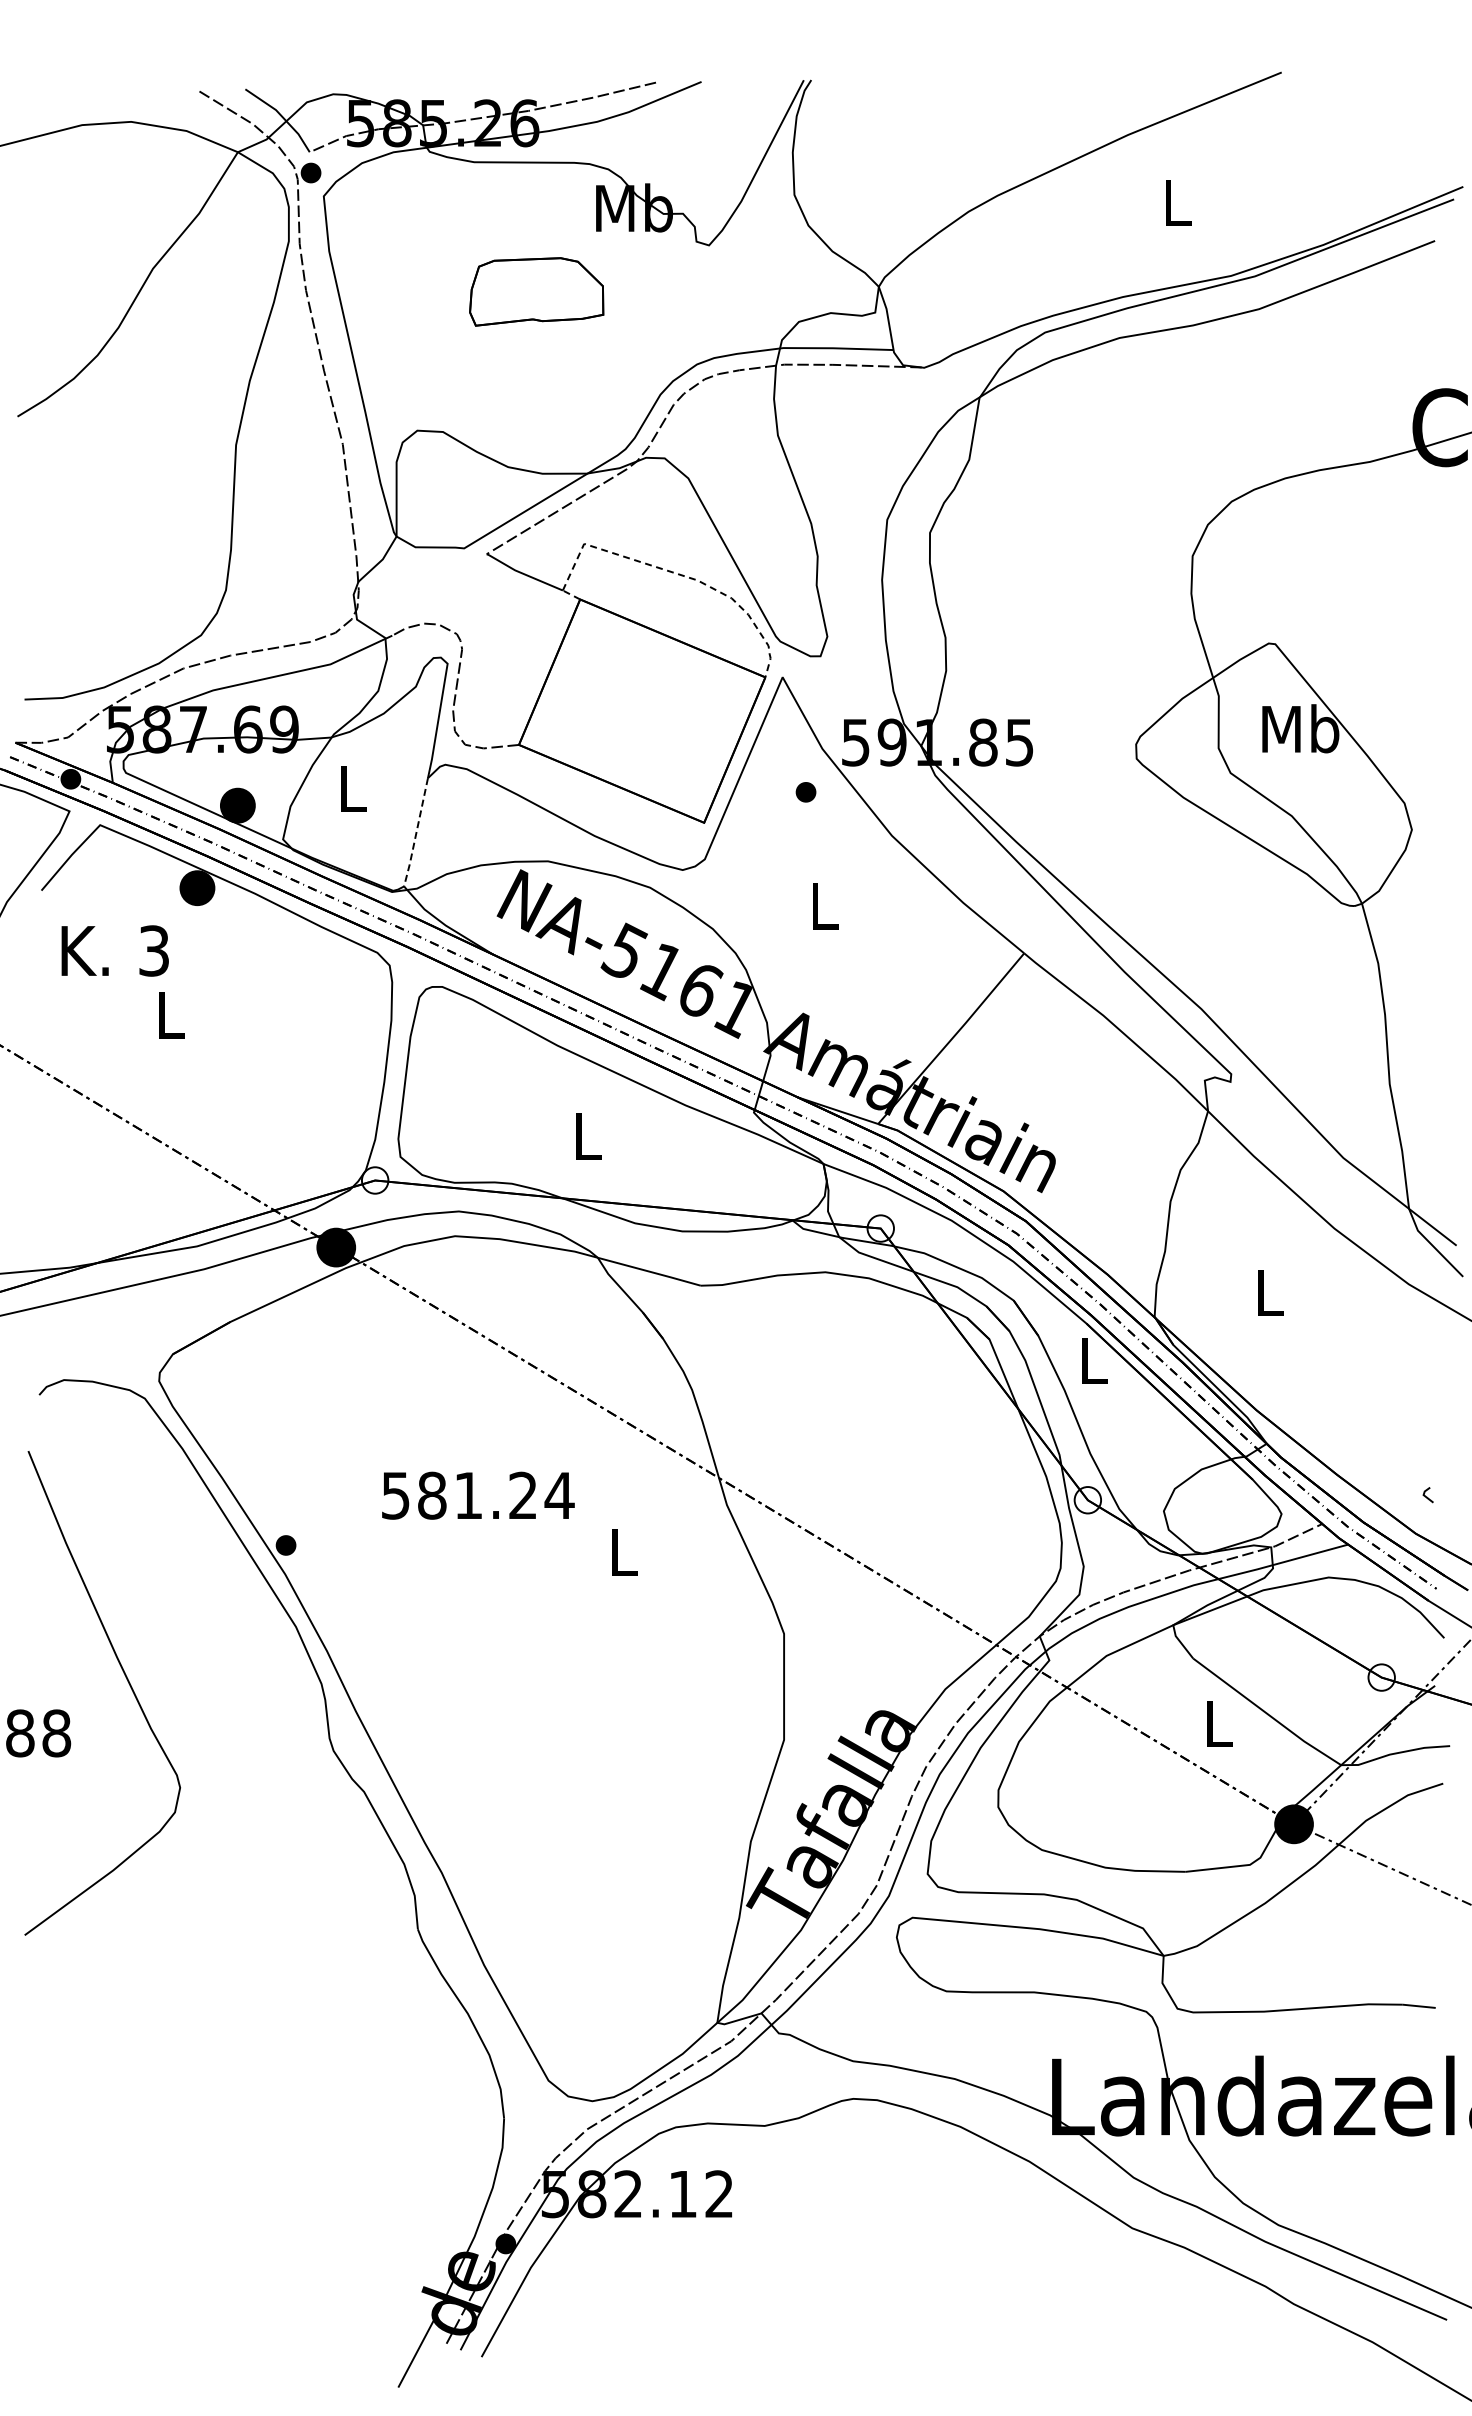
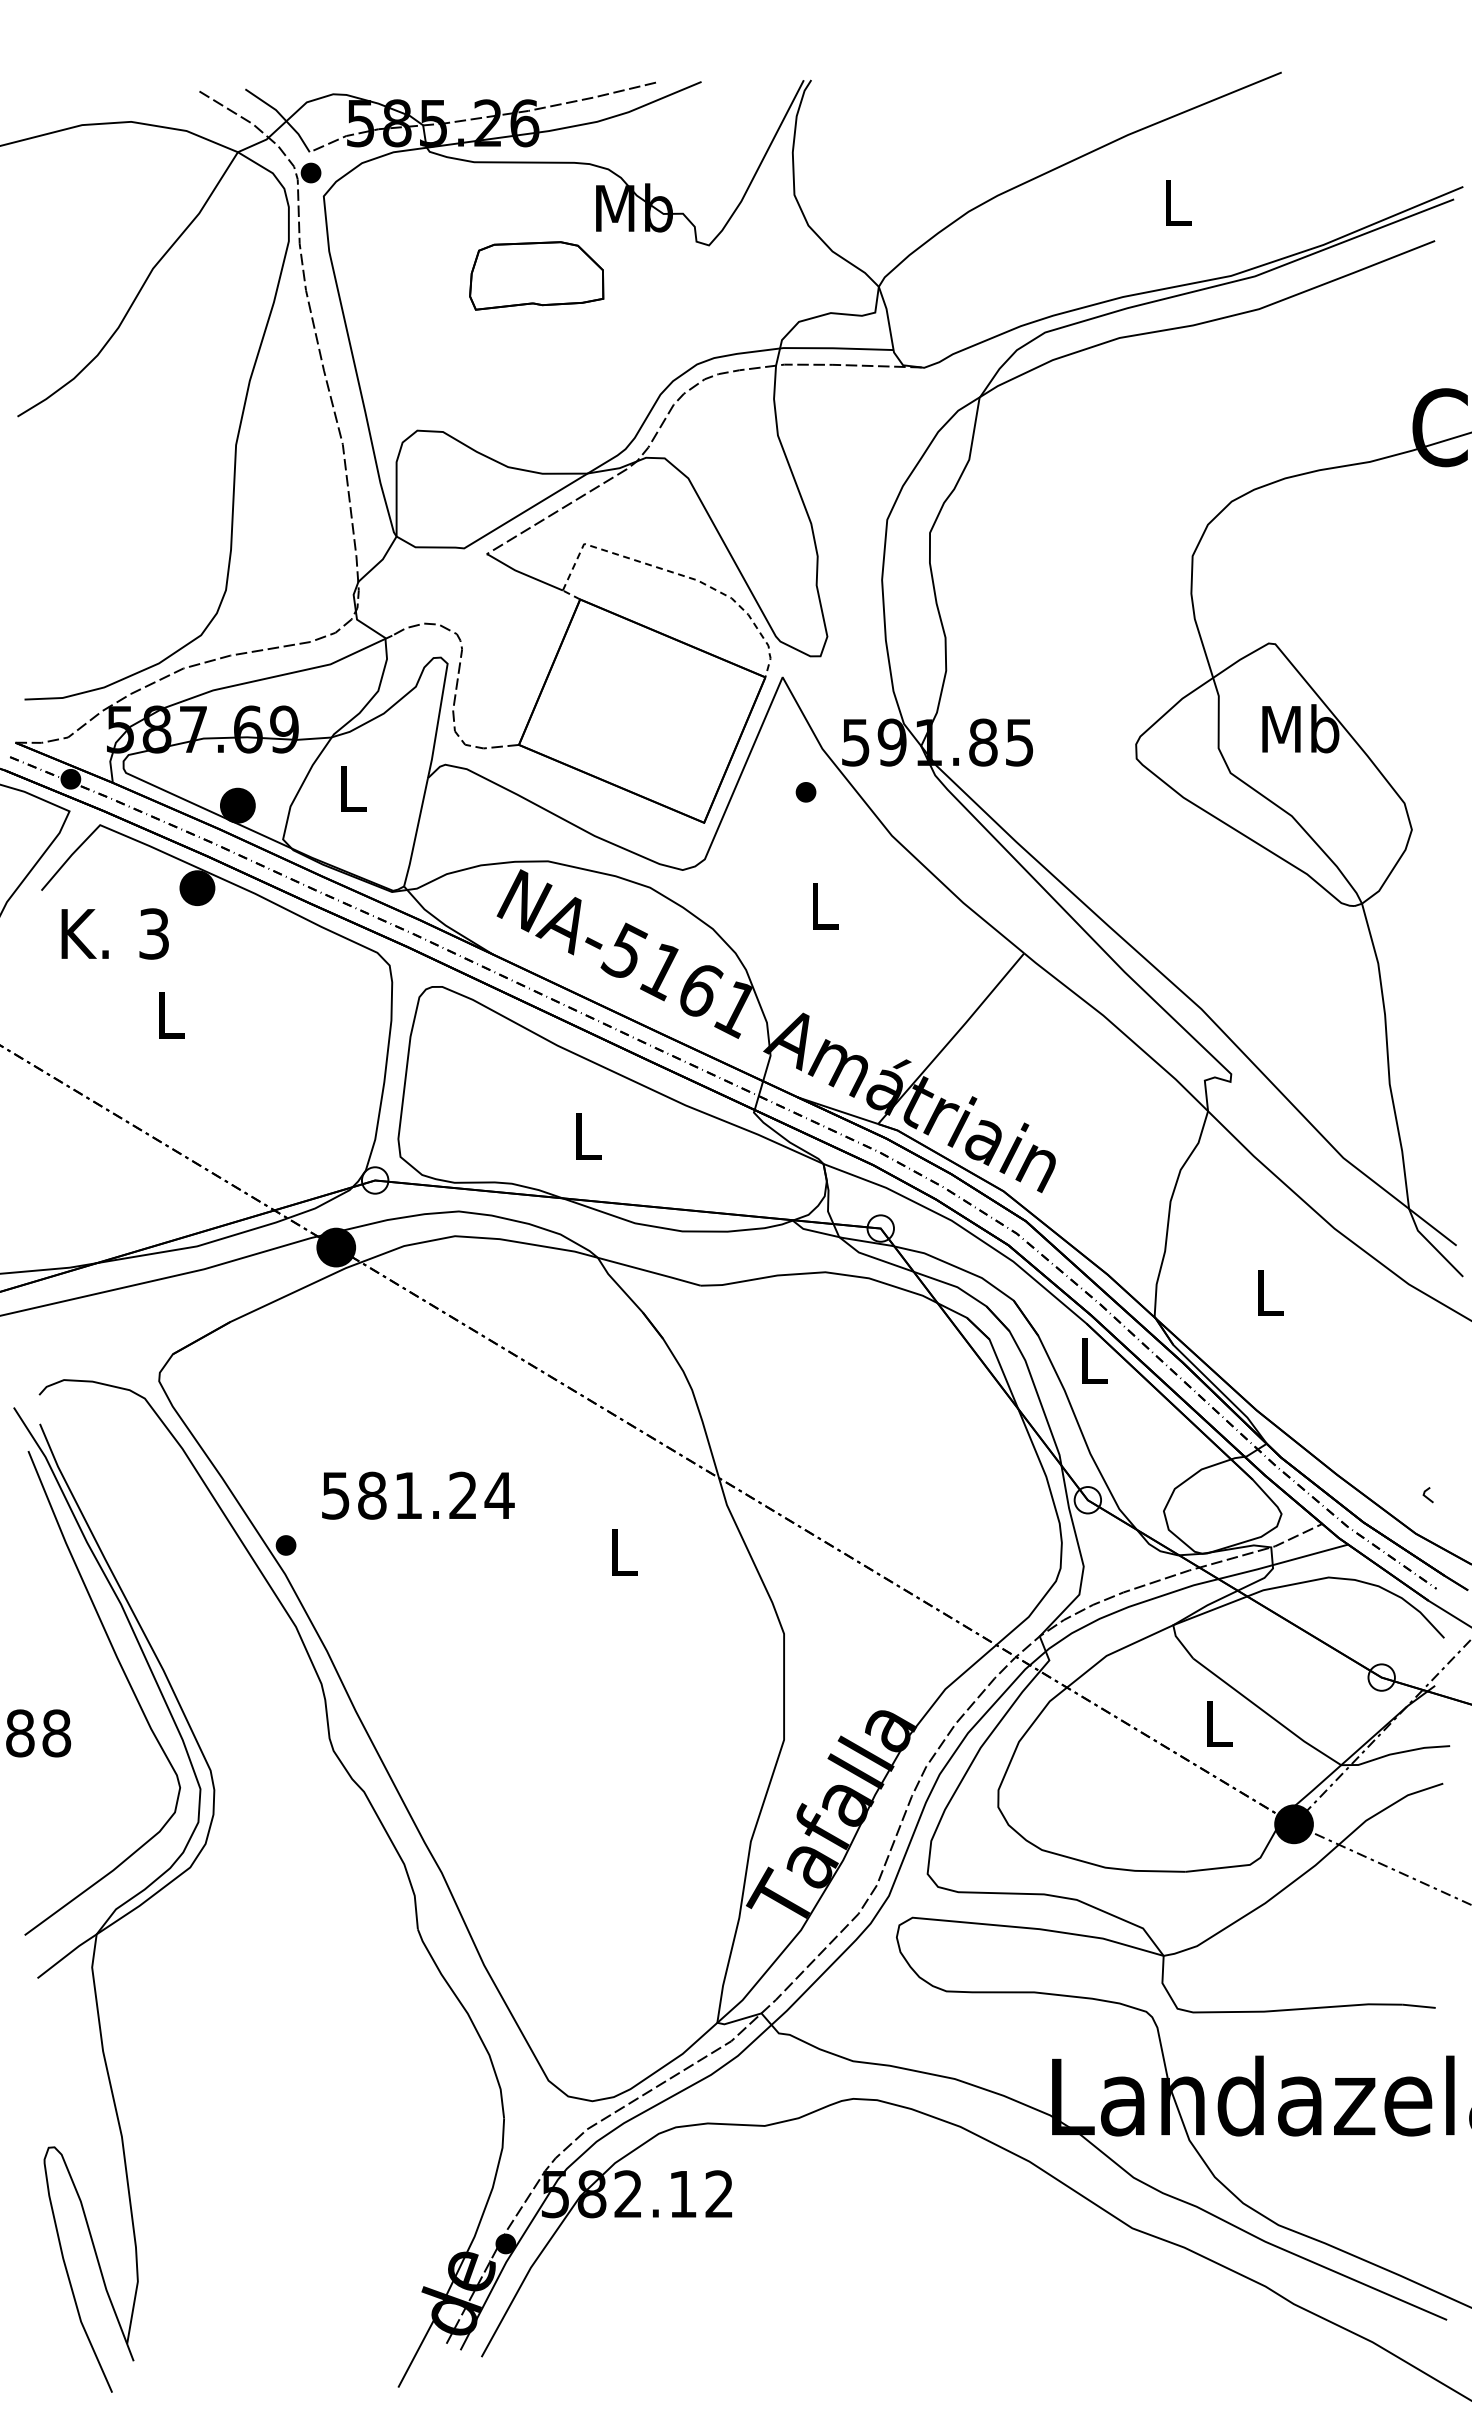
part at (536, 291) position: (536, 291) -> (536, 275)
line at (416, 833): dashed -> solid
text at (114, 950) position: (114, 950) -> (114, 933)
text at (478, 1495) position: (478, 1495) -> (418, 1495)
part at (119, 1905): none -> present
